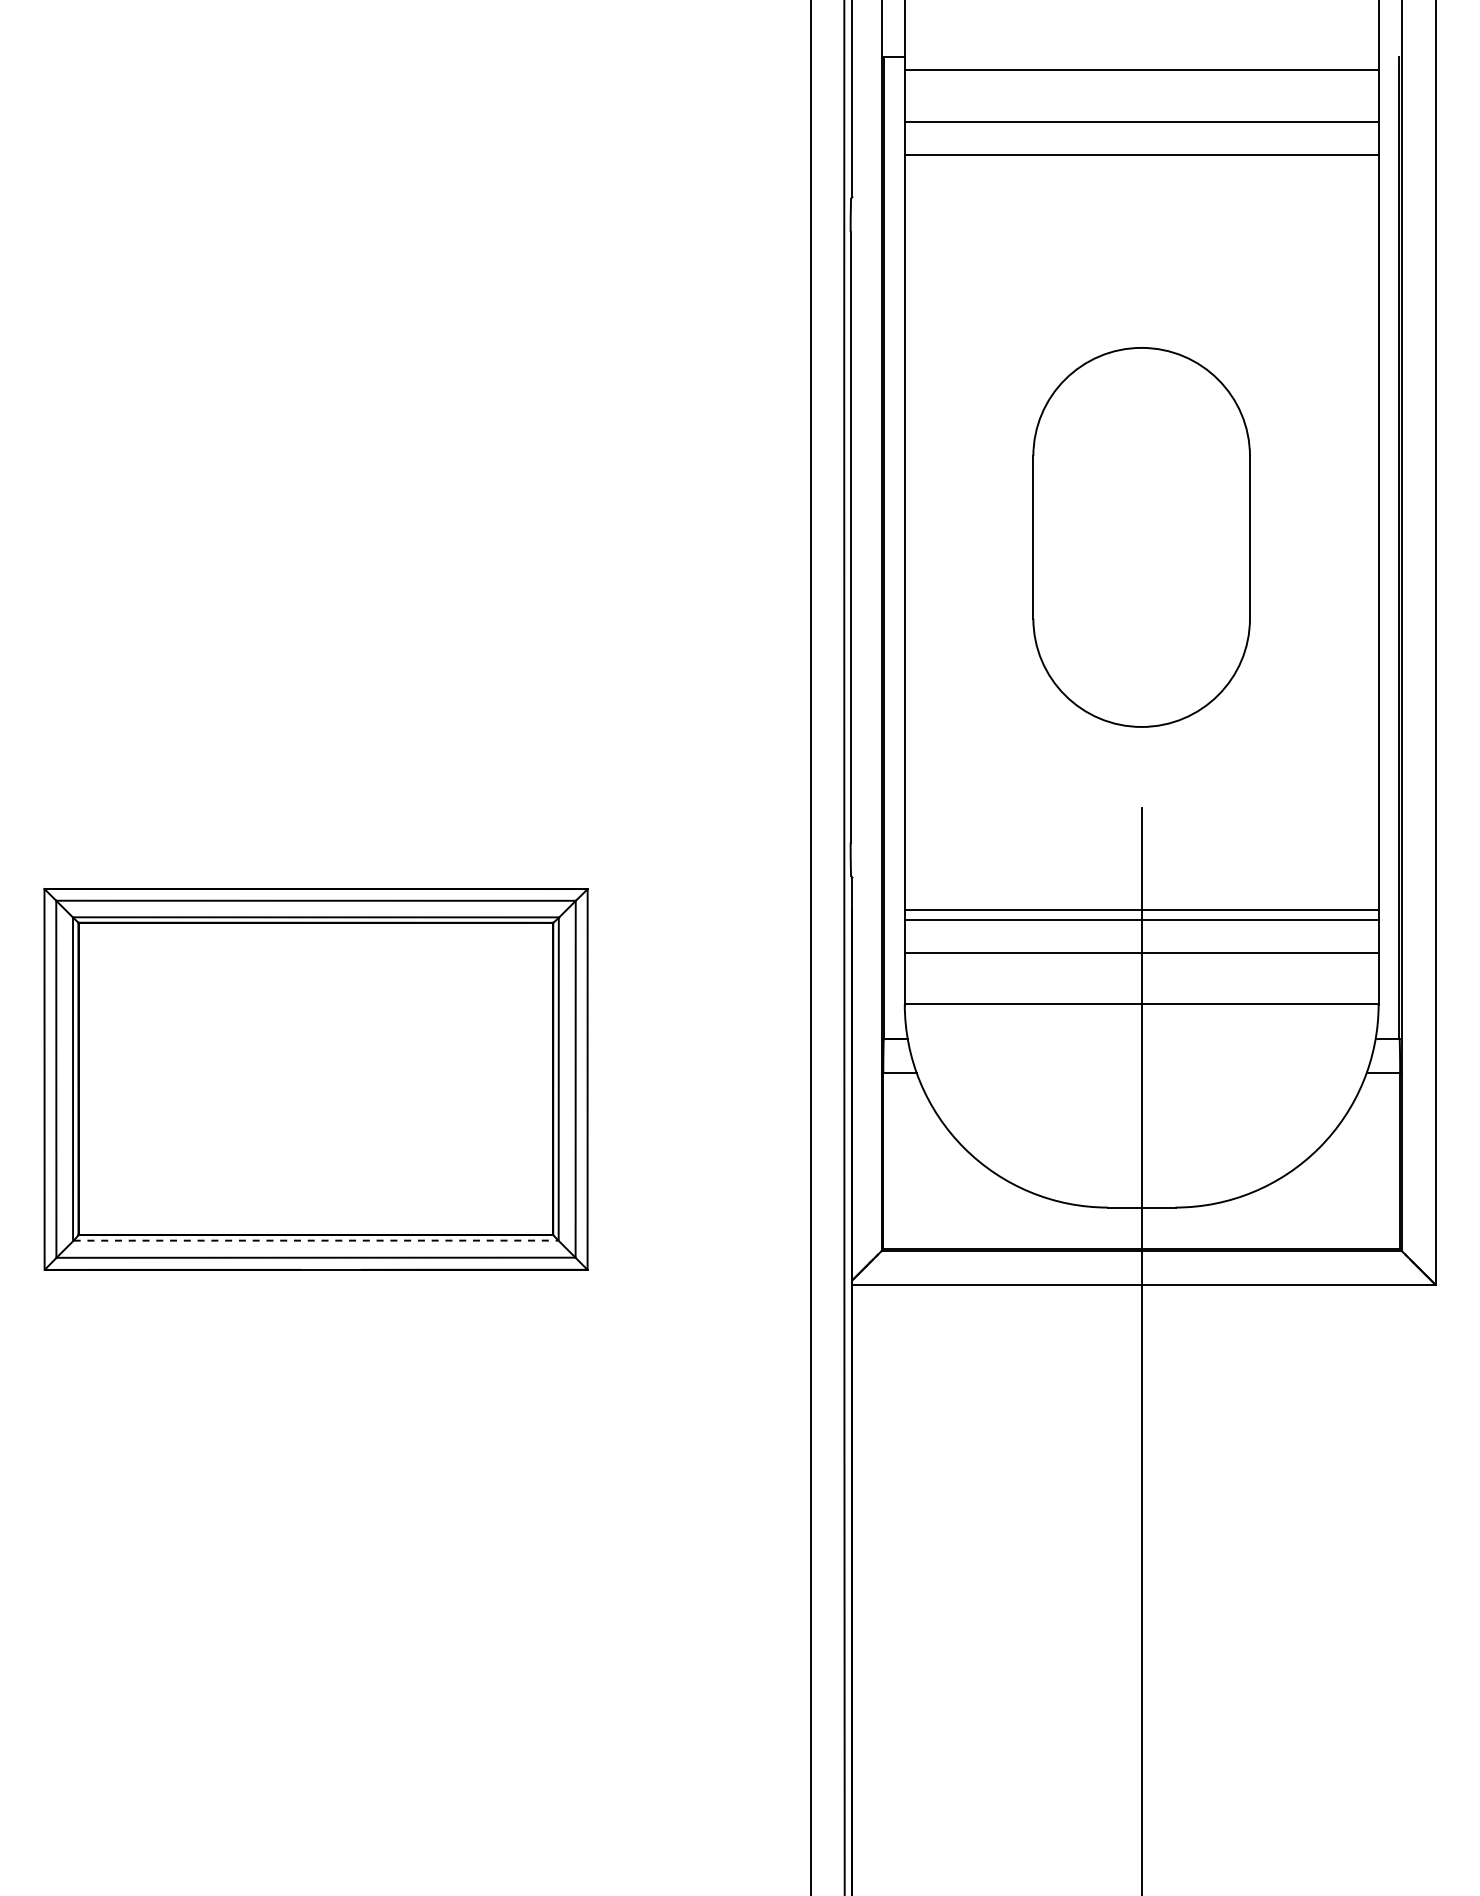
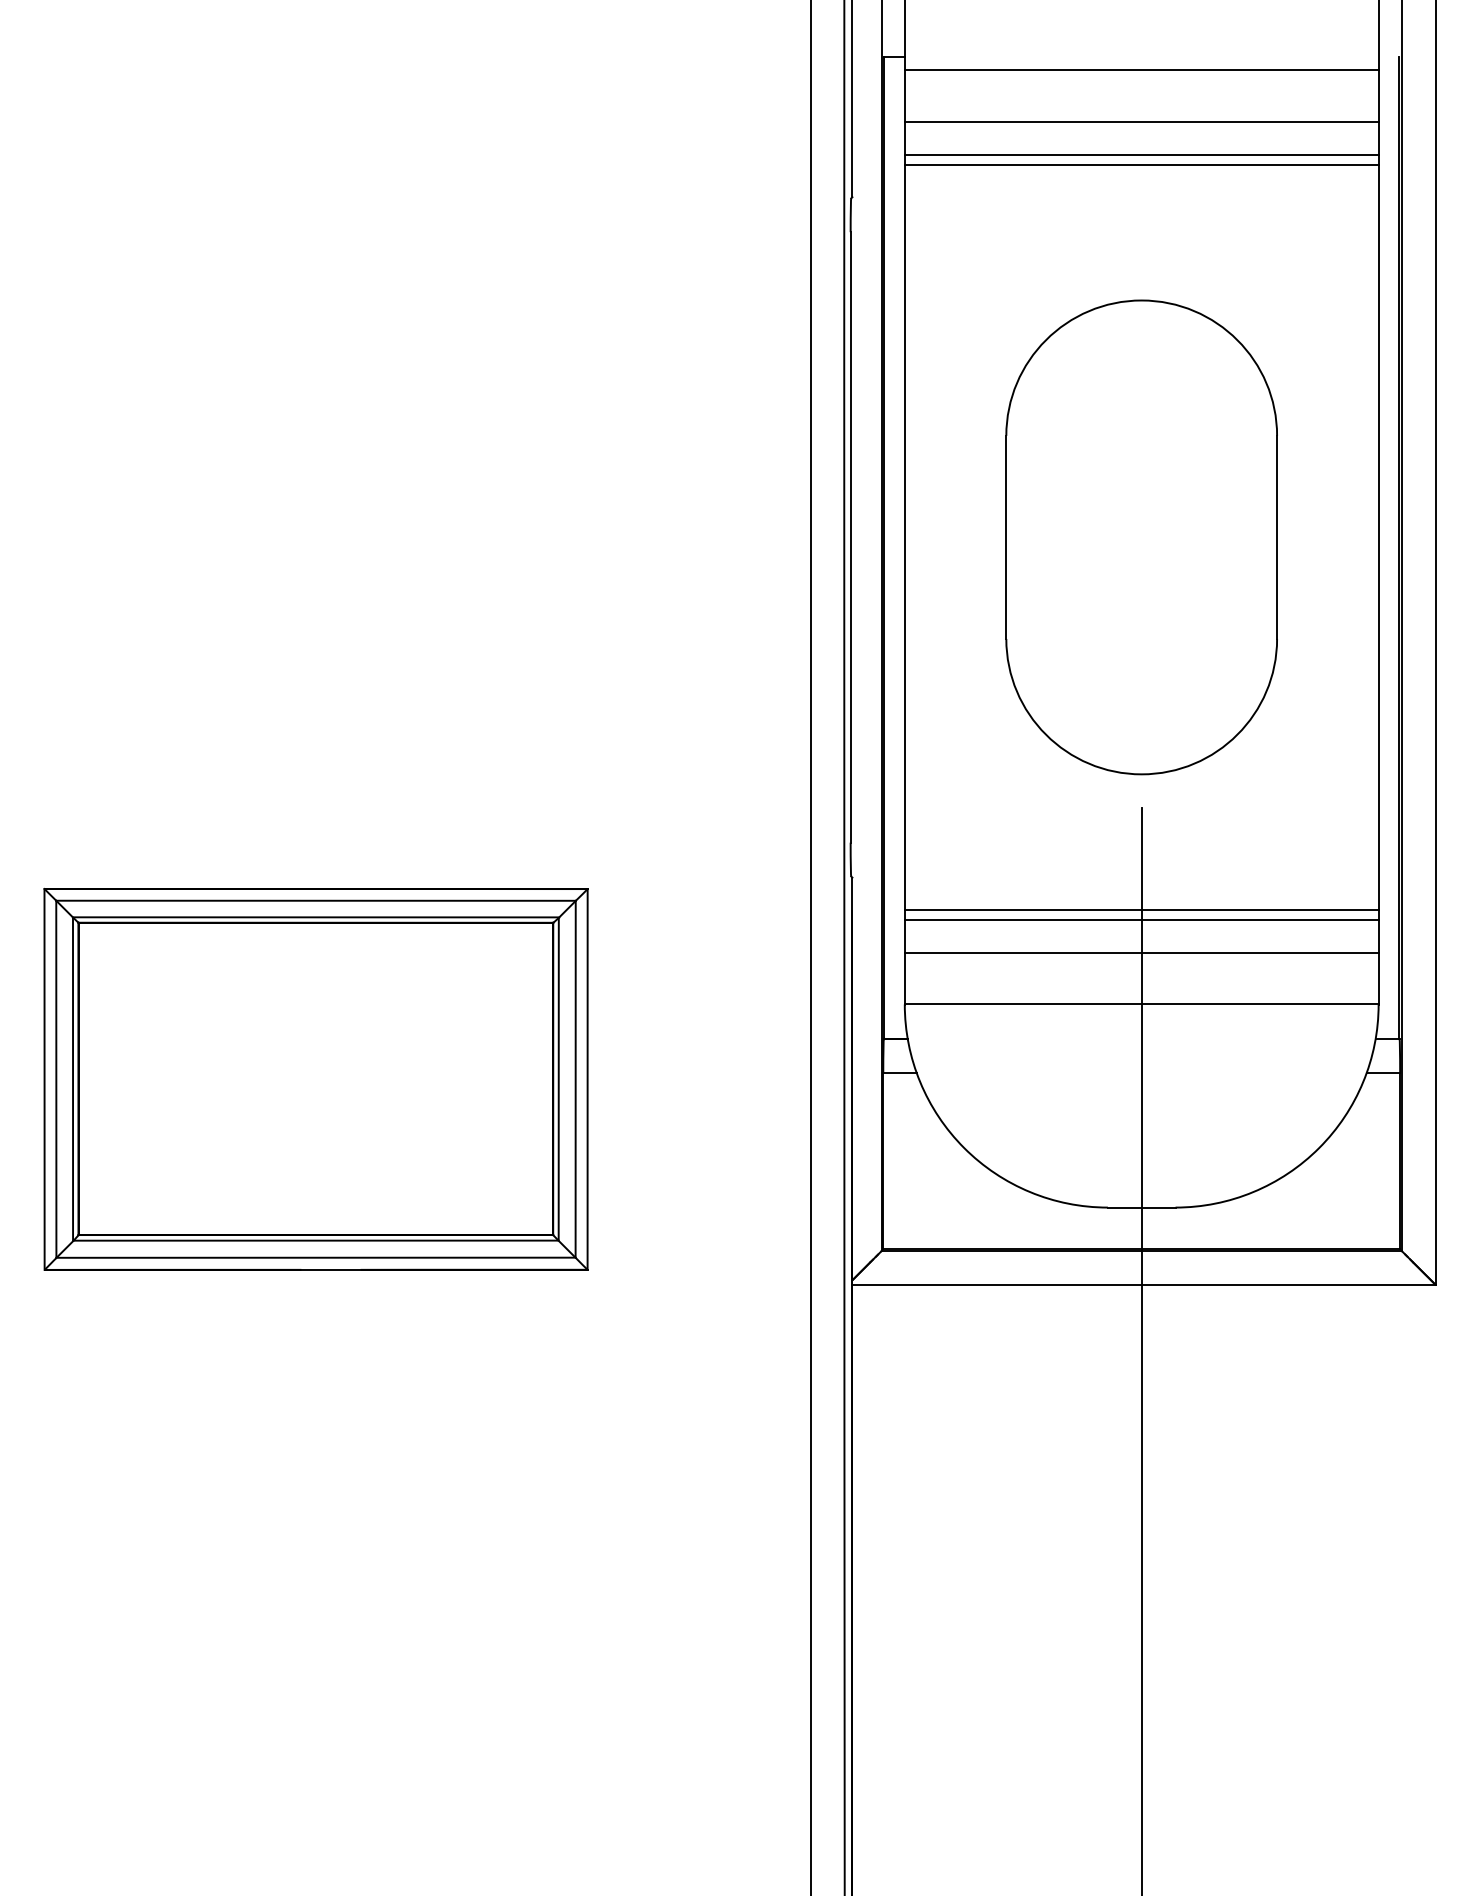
line at (1141, 165): none -> present
part at (1141, 537) size: 219x381 px -> 273x477 px
line at (316, 1240): dashed -> solid
